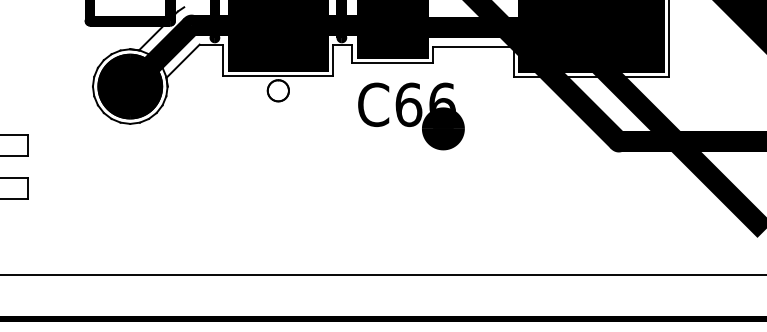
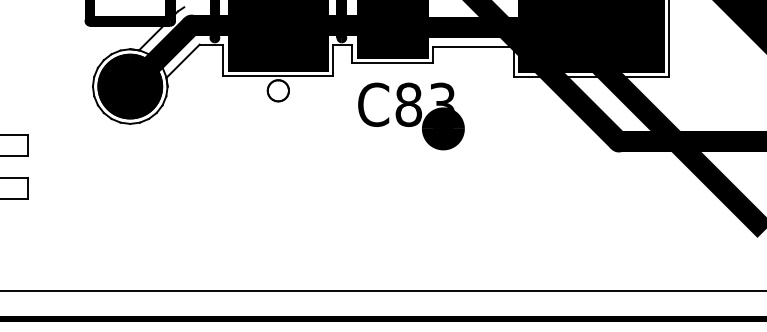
text at (425, 104): C66 -> C83
line at (382, 275) position: (382, 275) -> (382, 291)
